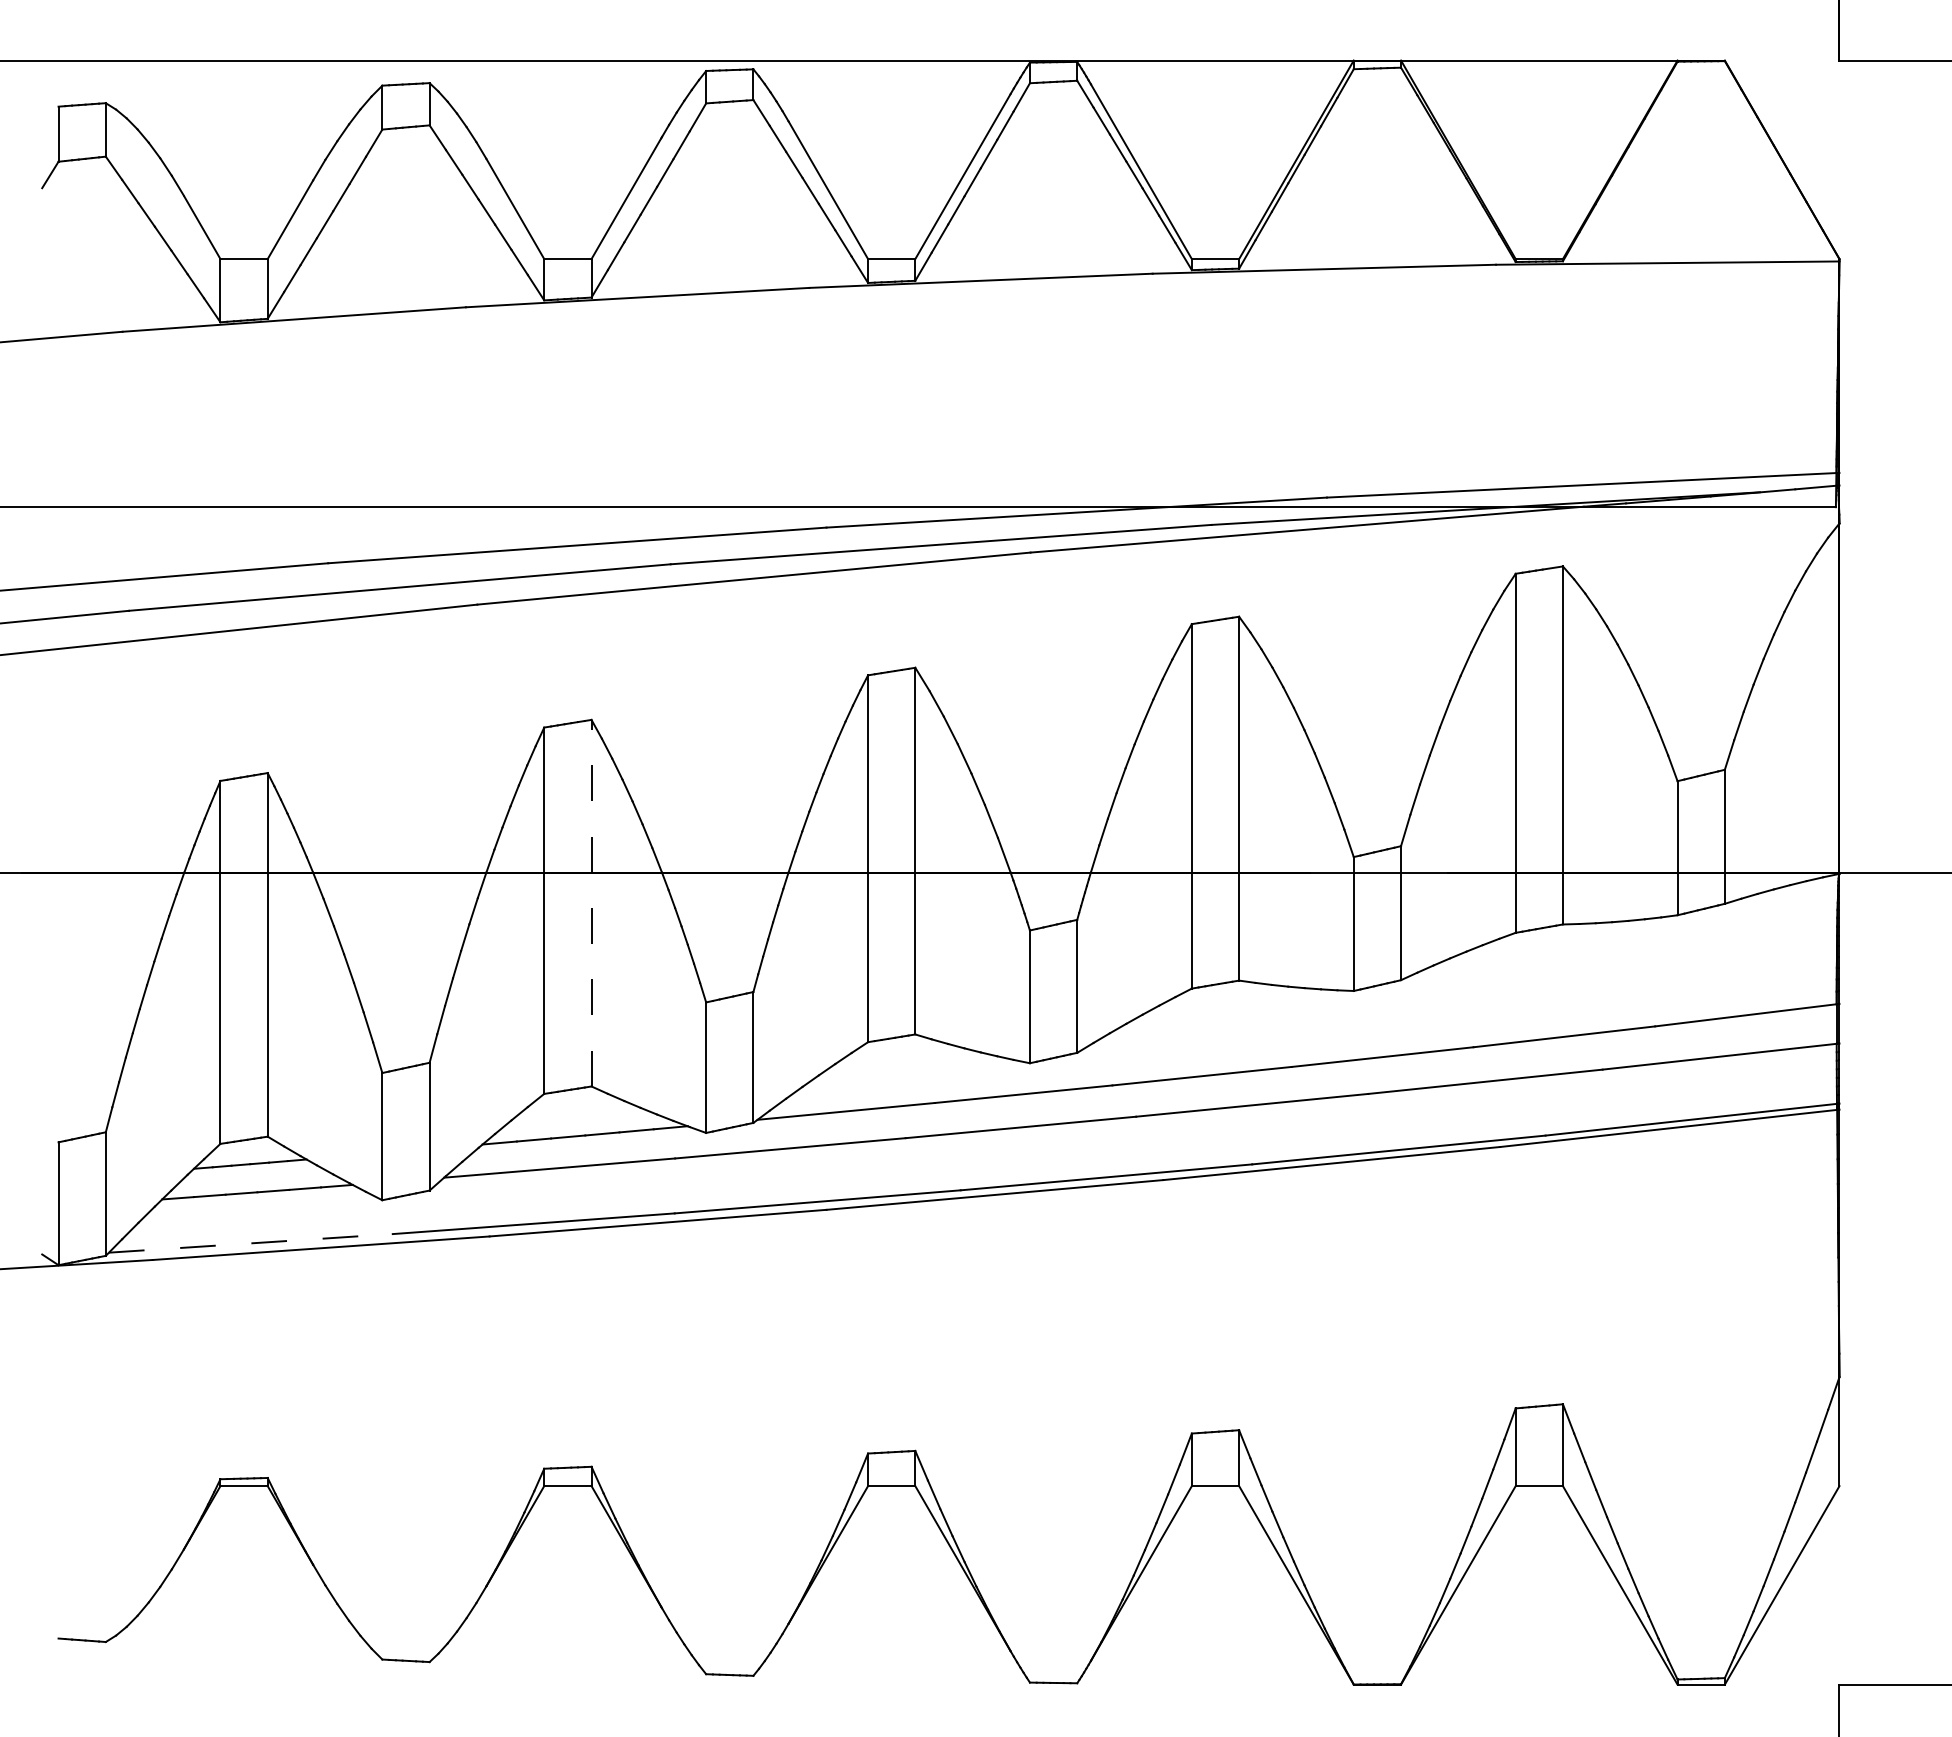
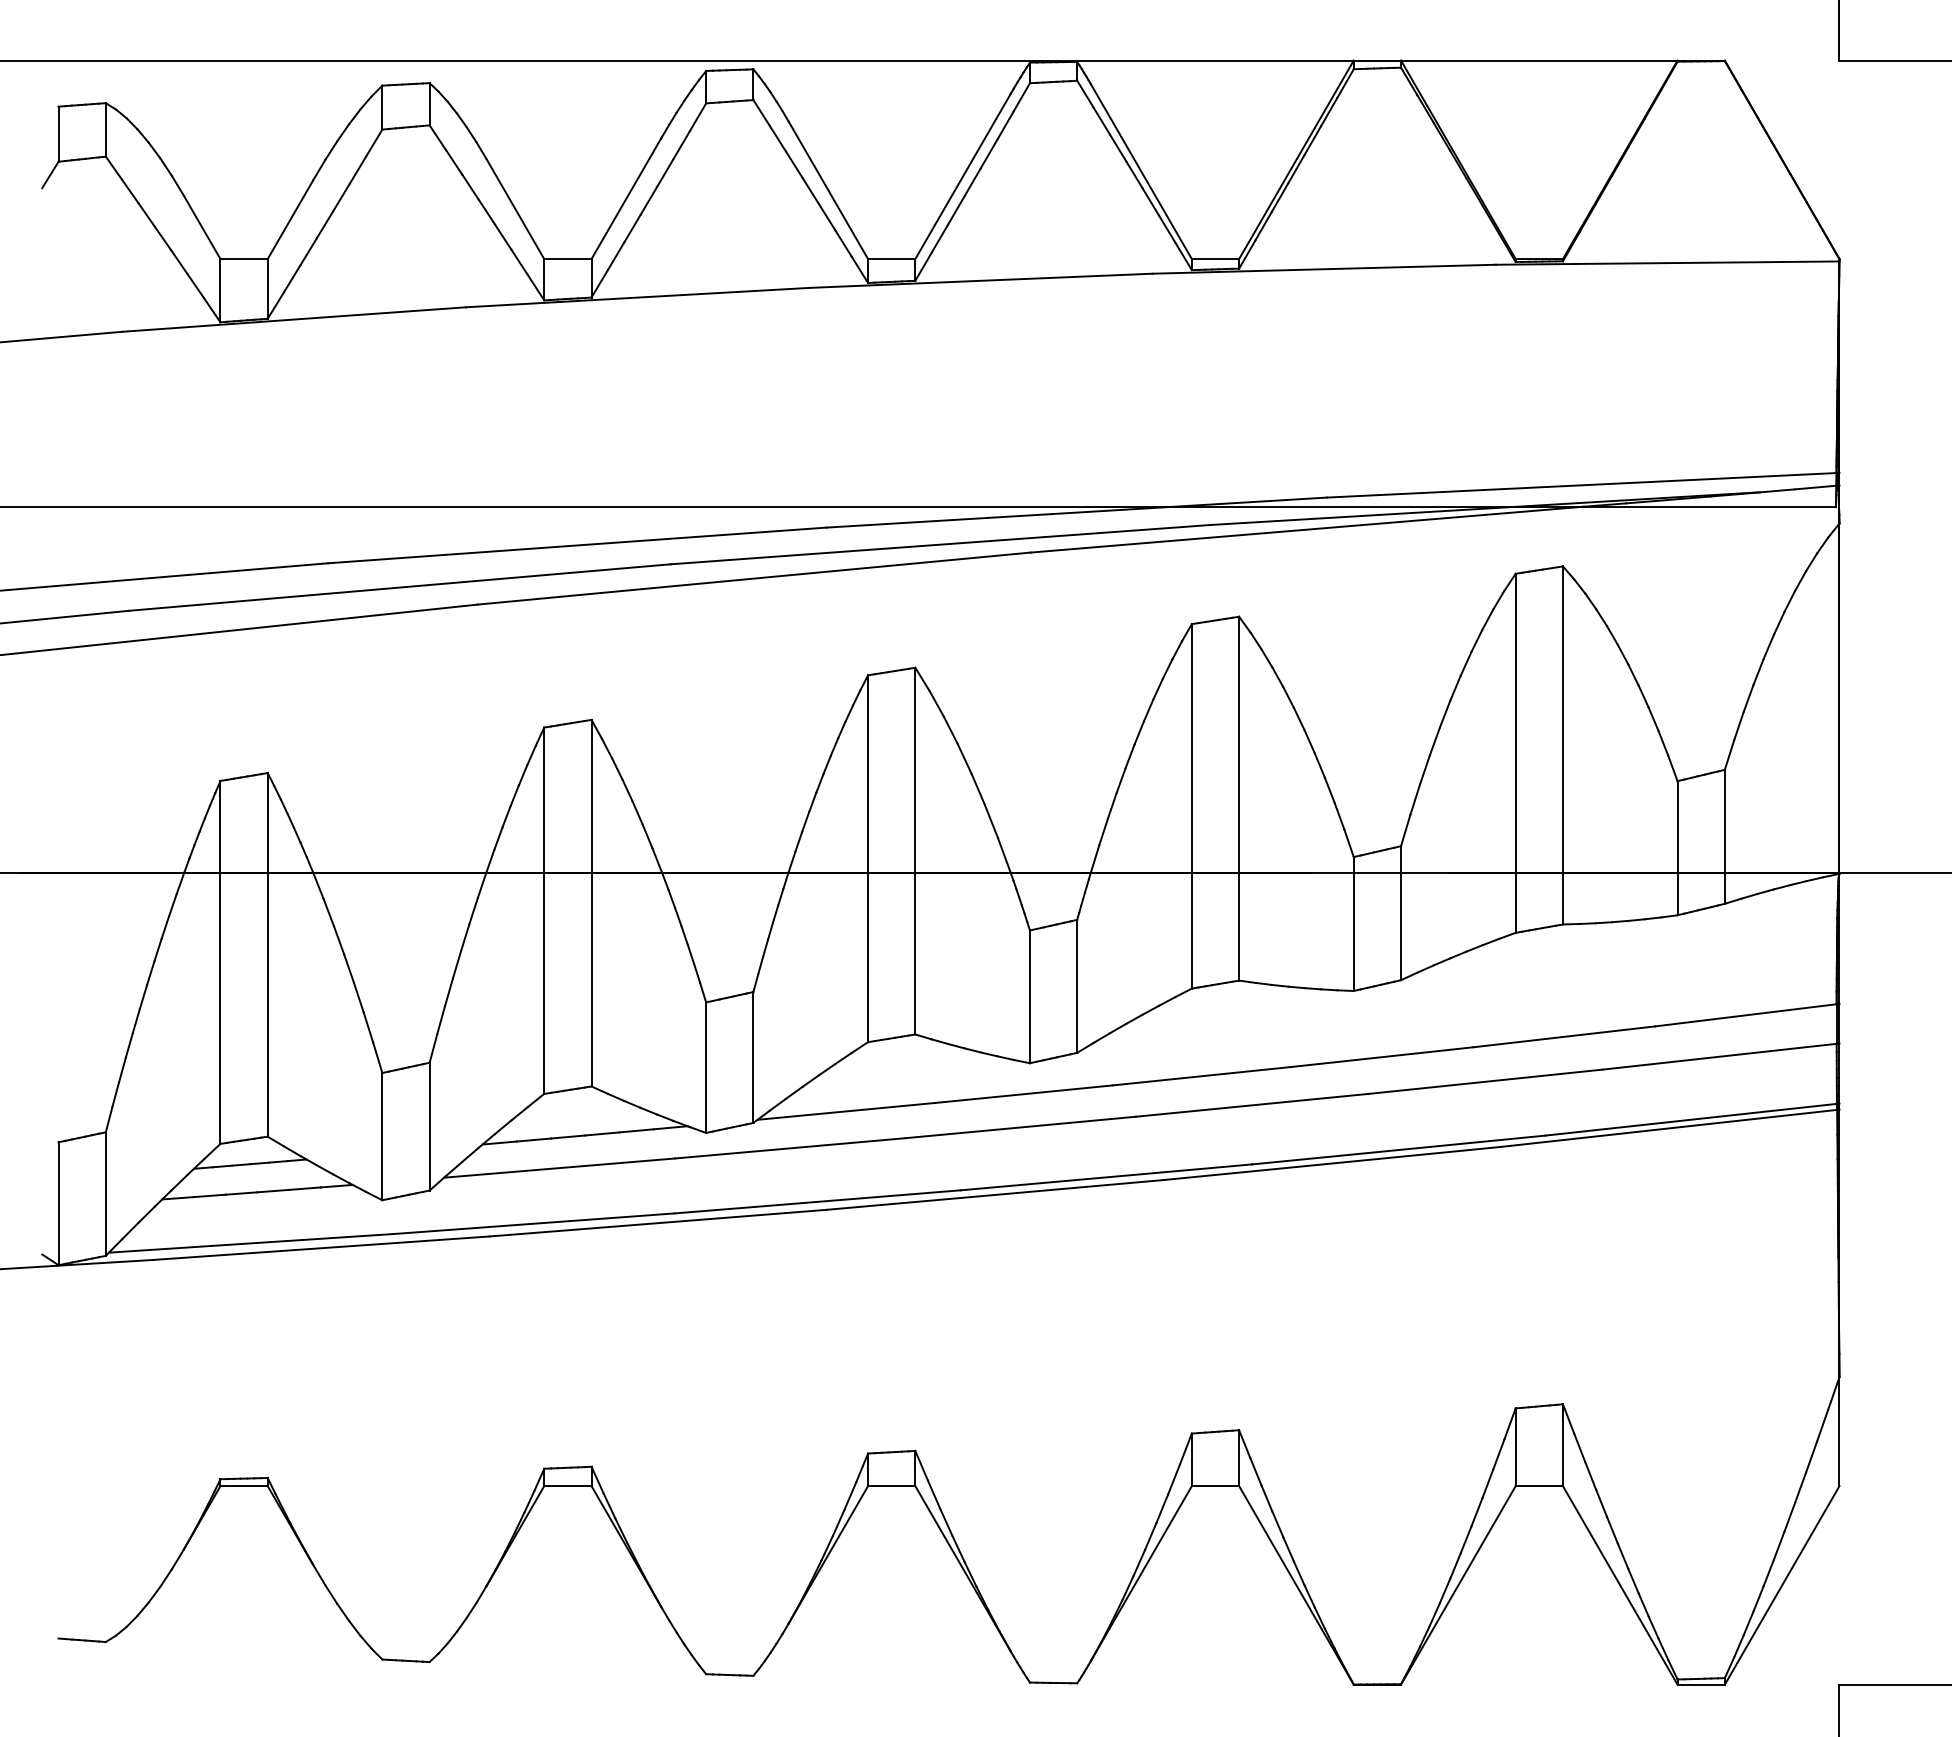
line at (591, 902): dashed -> solid
line at (251, 1243): dashed -> solid
